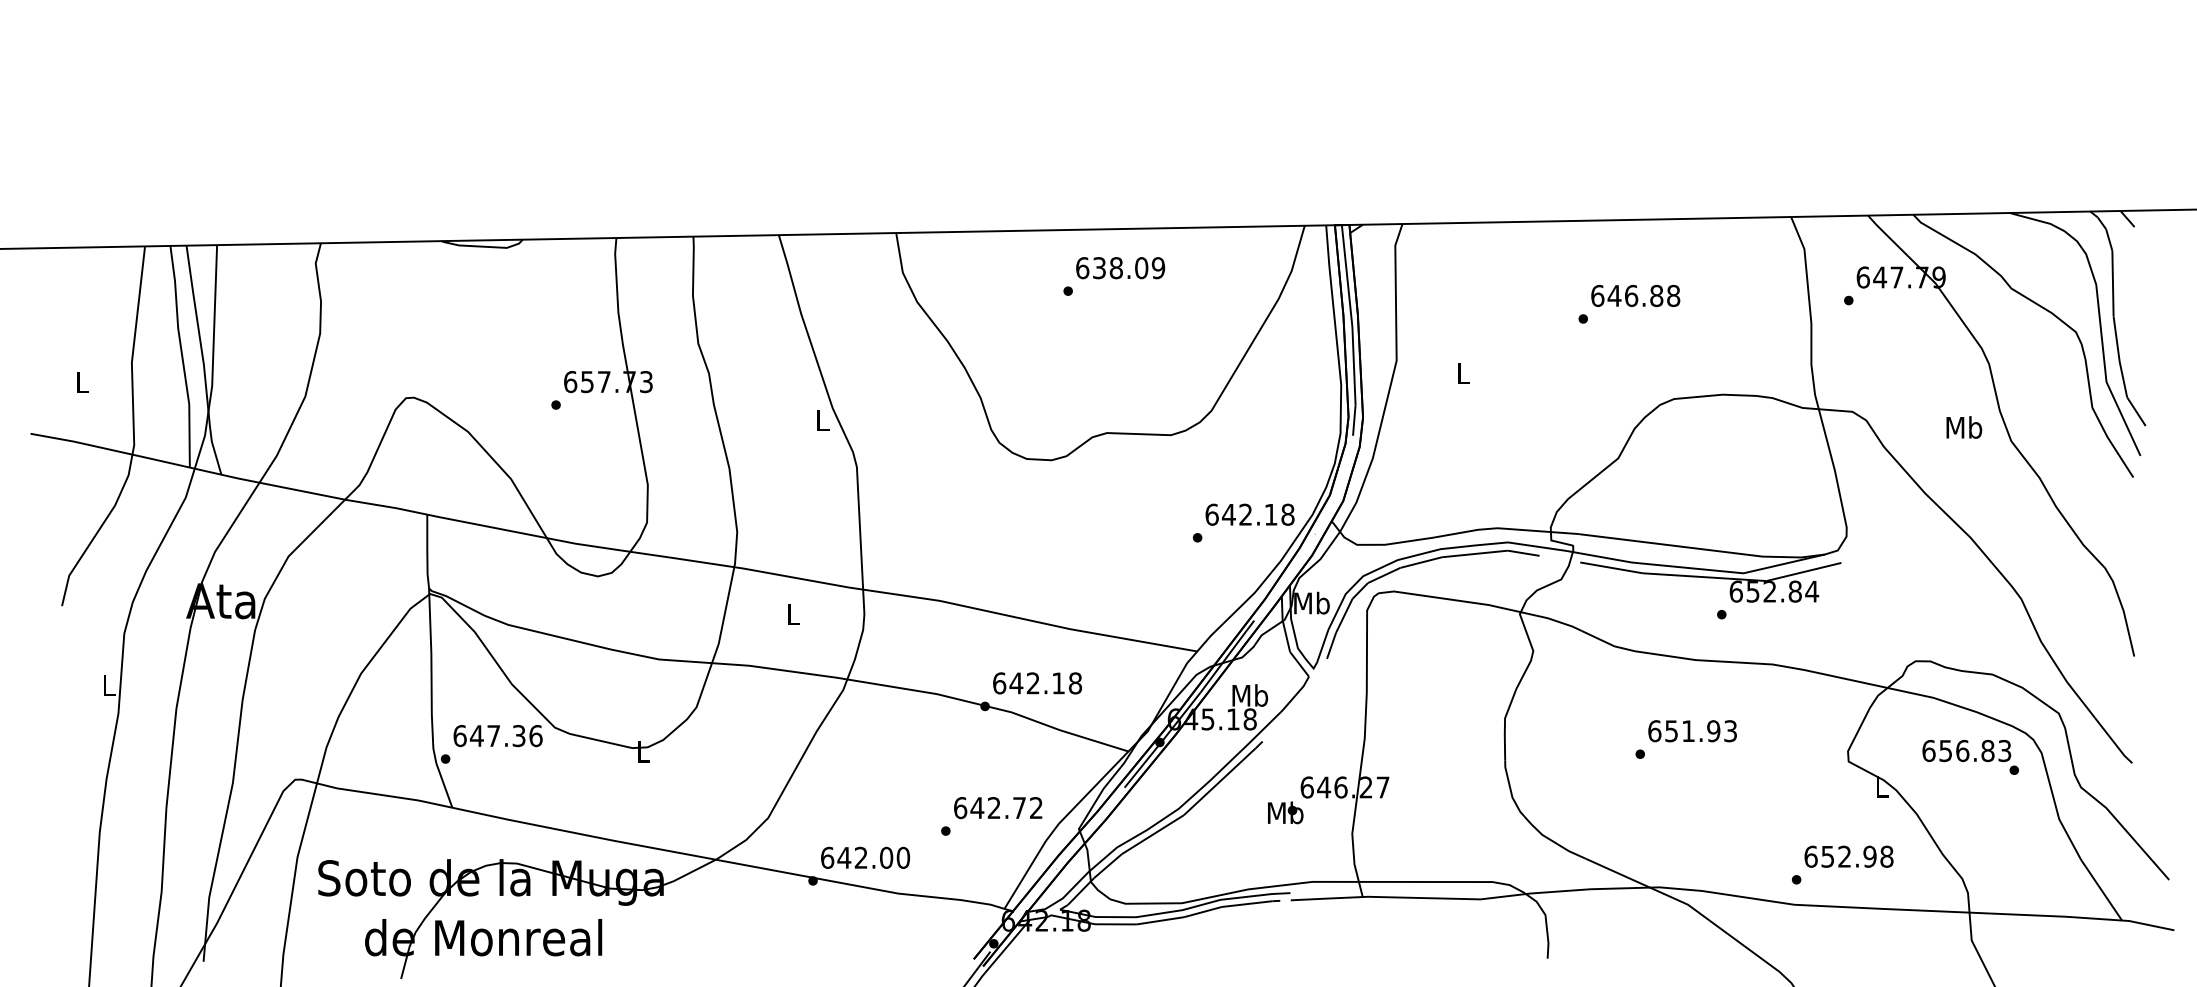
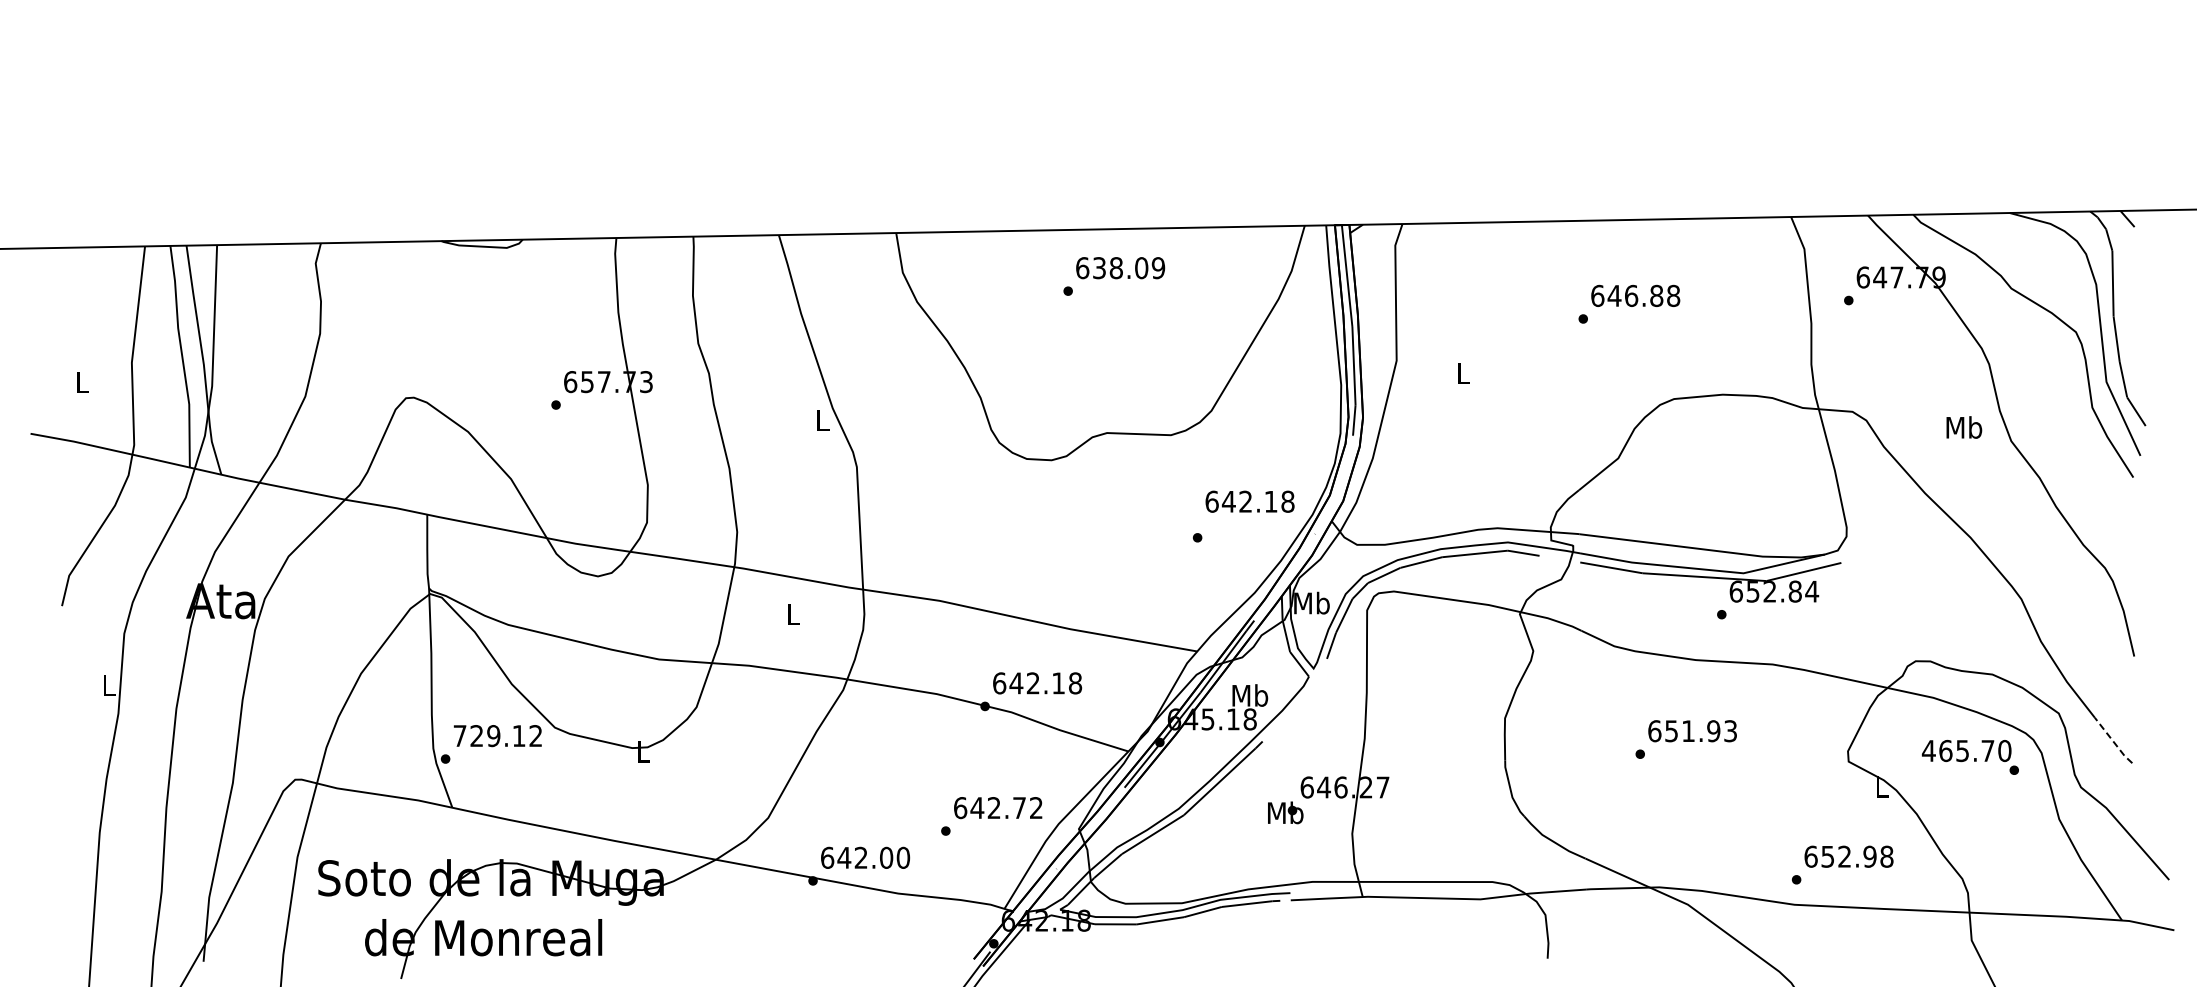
text at (1249, 514) position: (1249, 514) -> (1249, 501)
text at (497, 736): 647.36 -> 729.12
line at (2113, 741): solid -> dashed
text at (1966, 750): 656.83 -> 465.70
